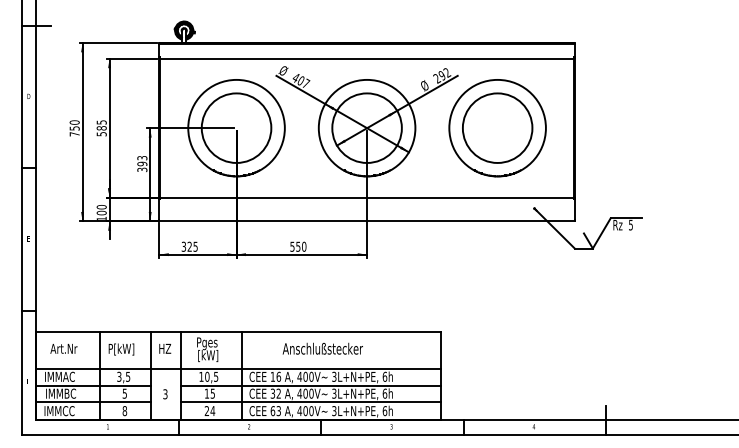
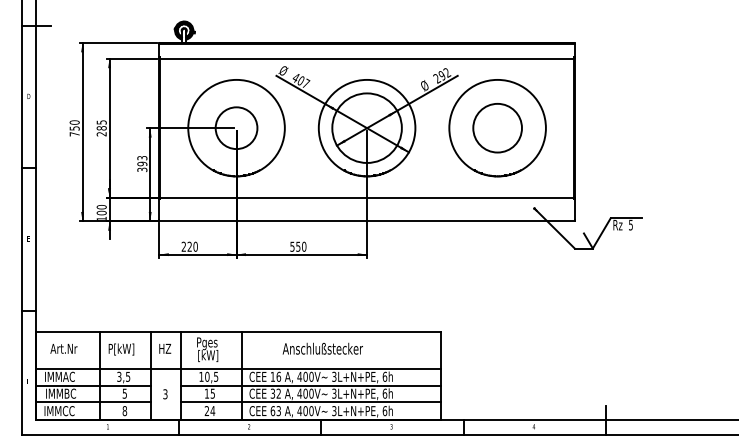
circle at (236, 127) diameter: 70 px -> 42 px
circle at (497, 127) diameter: 70 px -> 49 px
text at (101, 134): 585 -> 285
text at (189, 246): 325 -> 220
